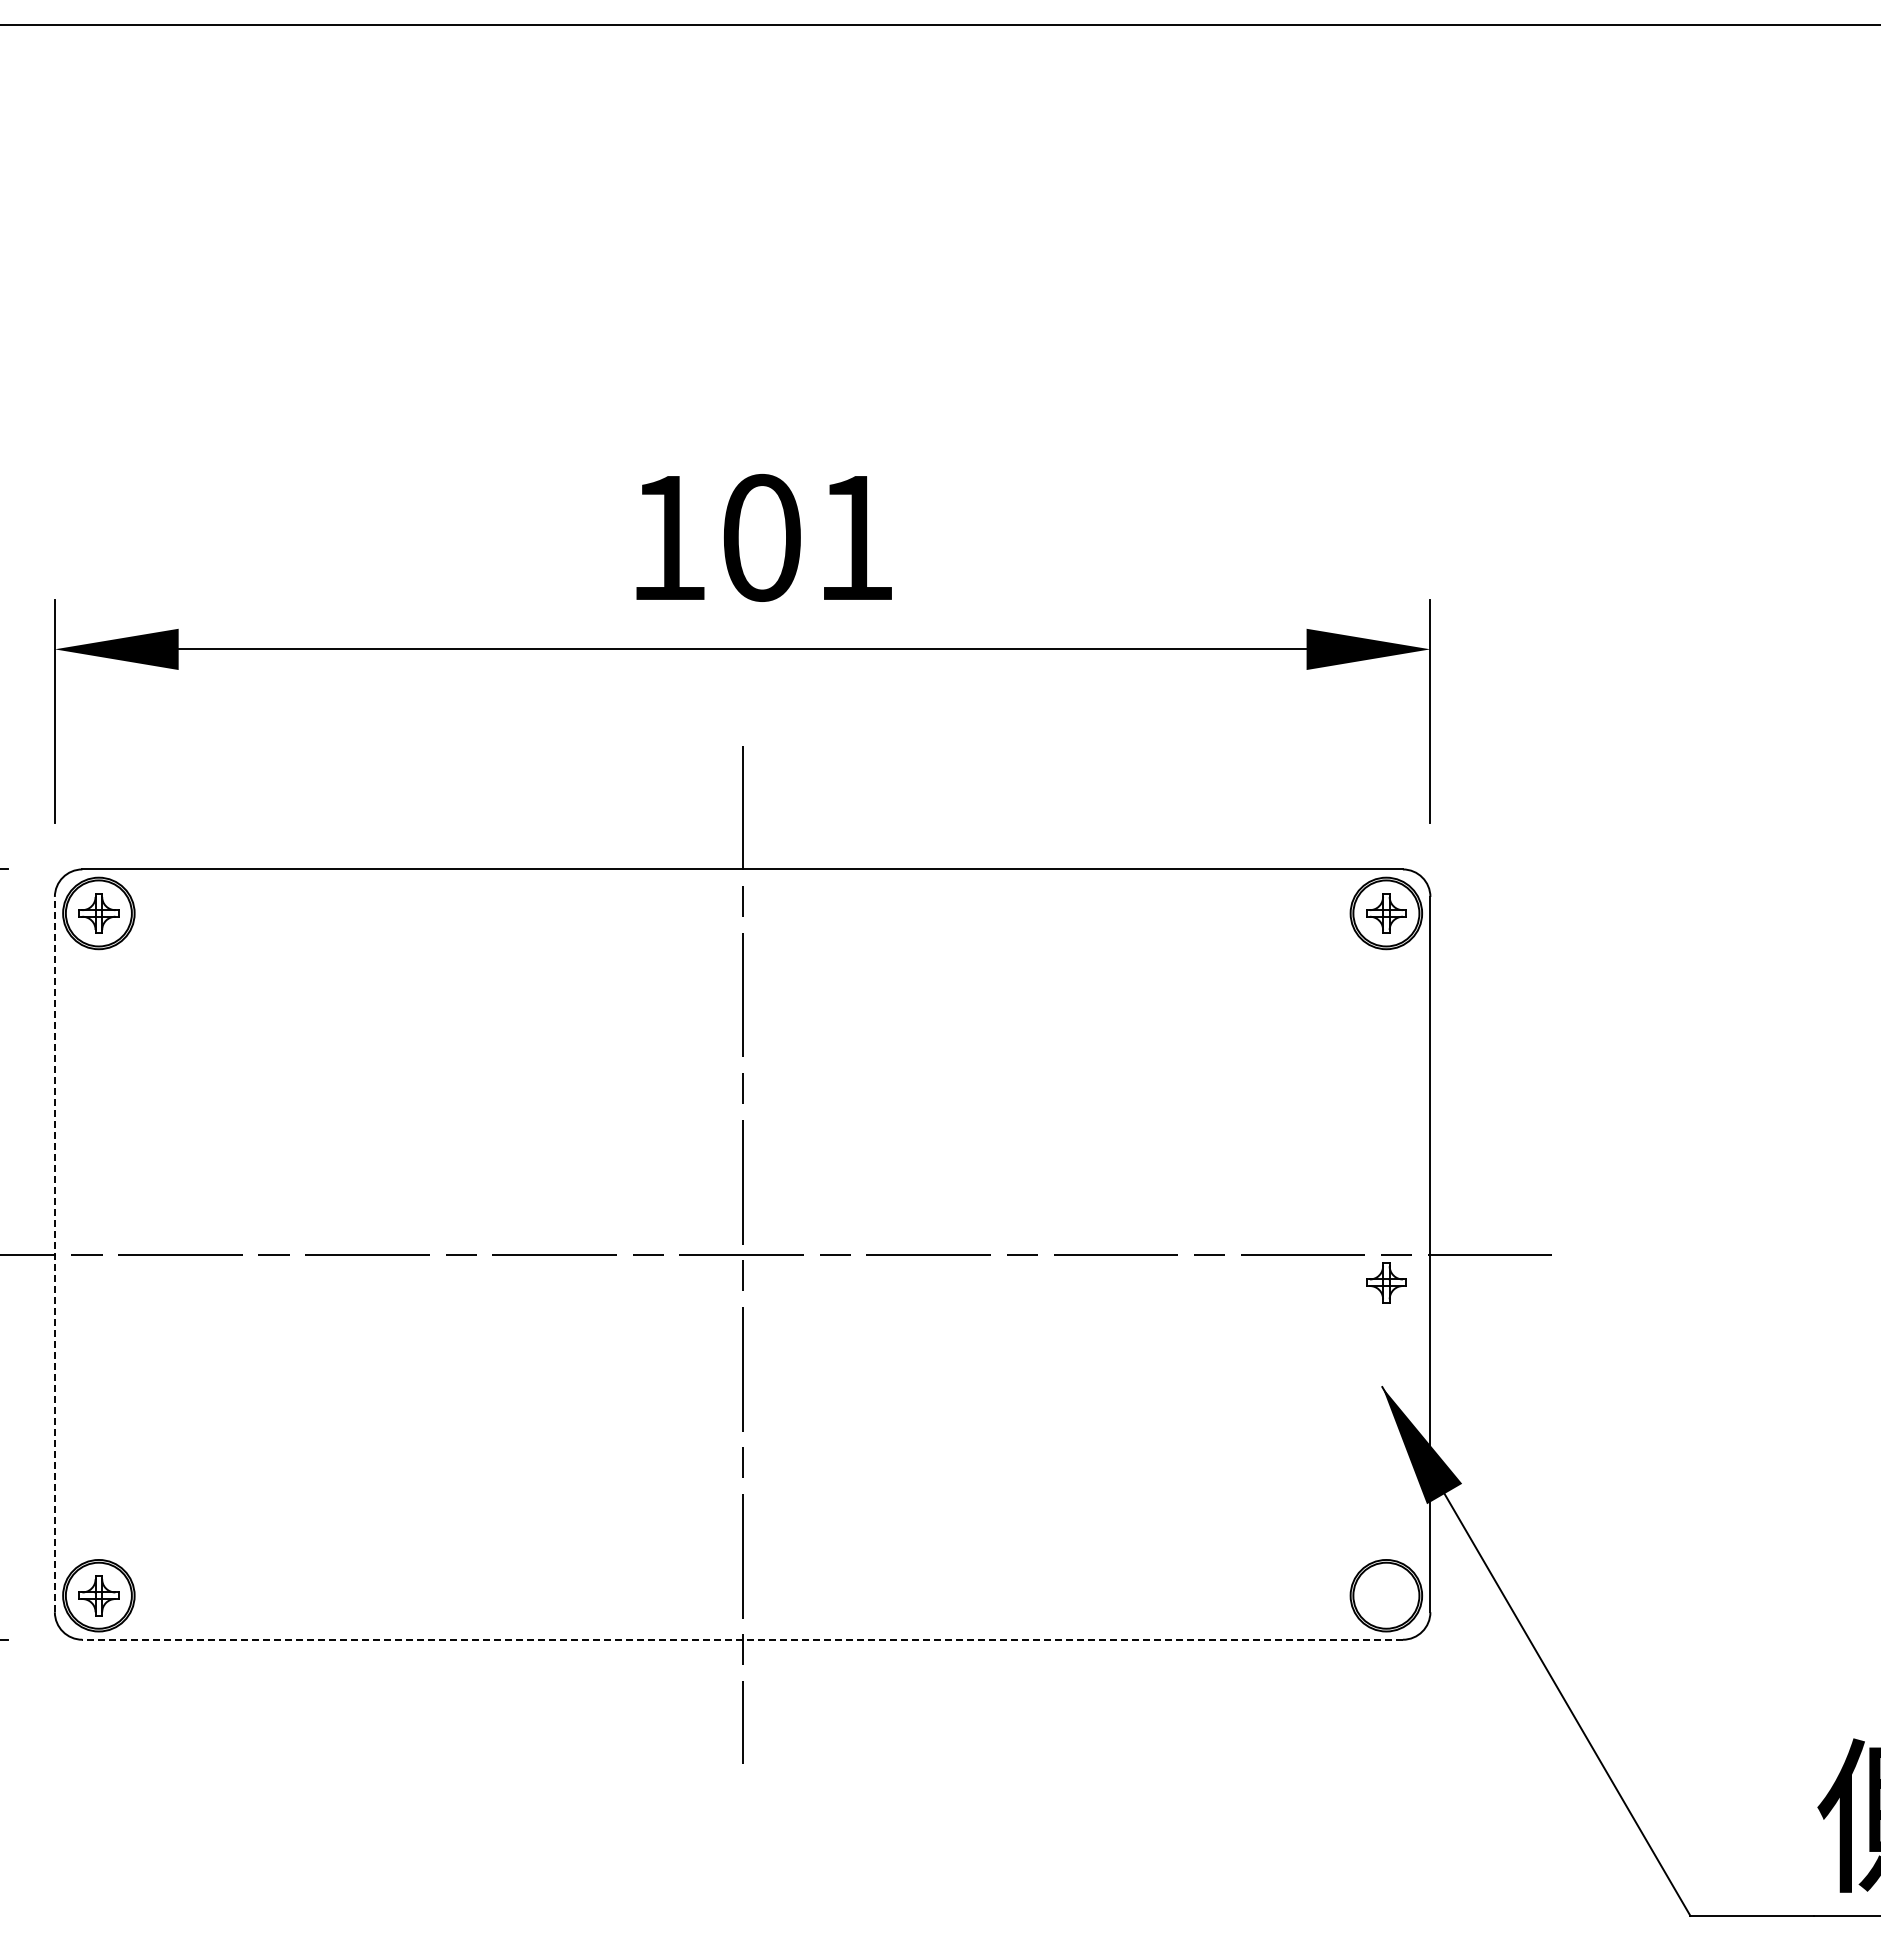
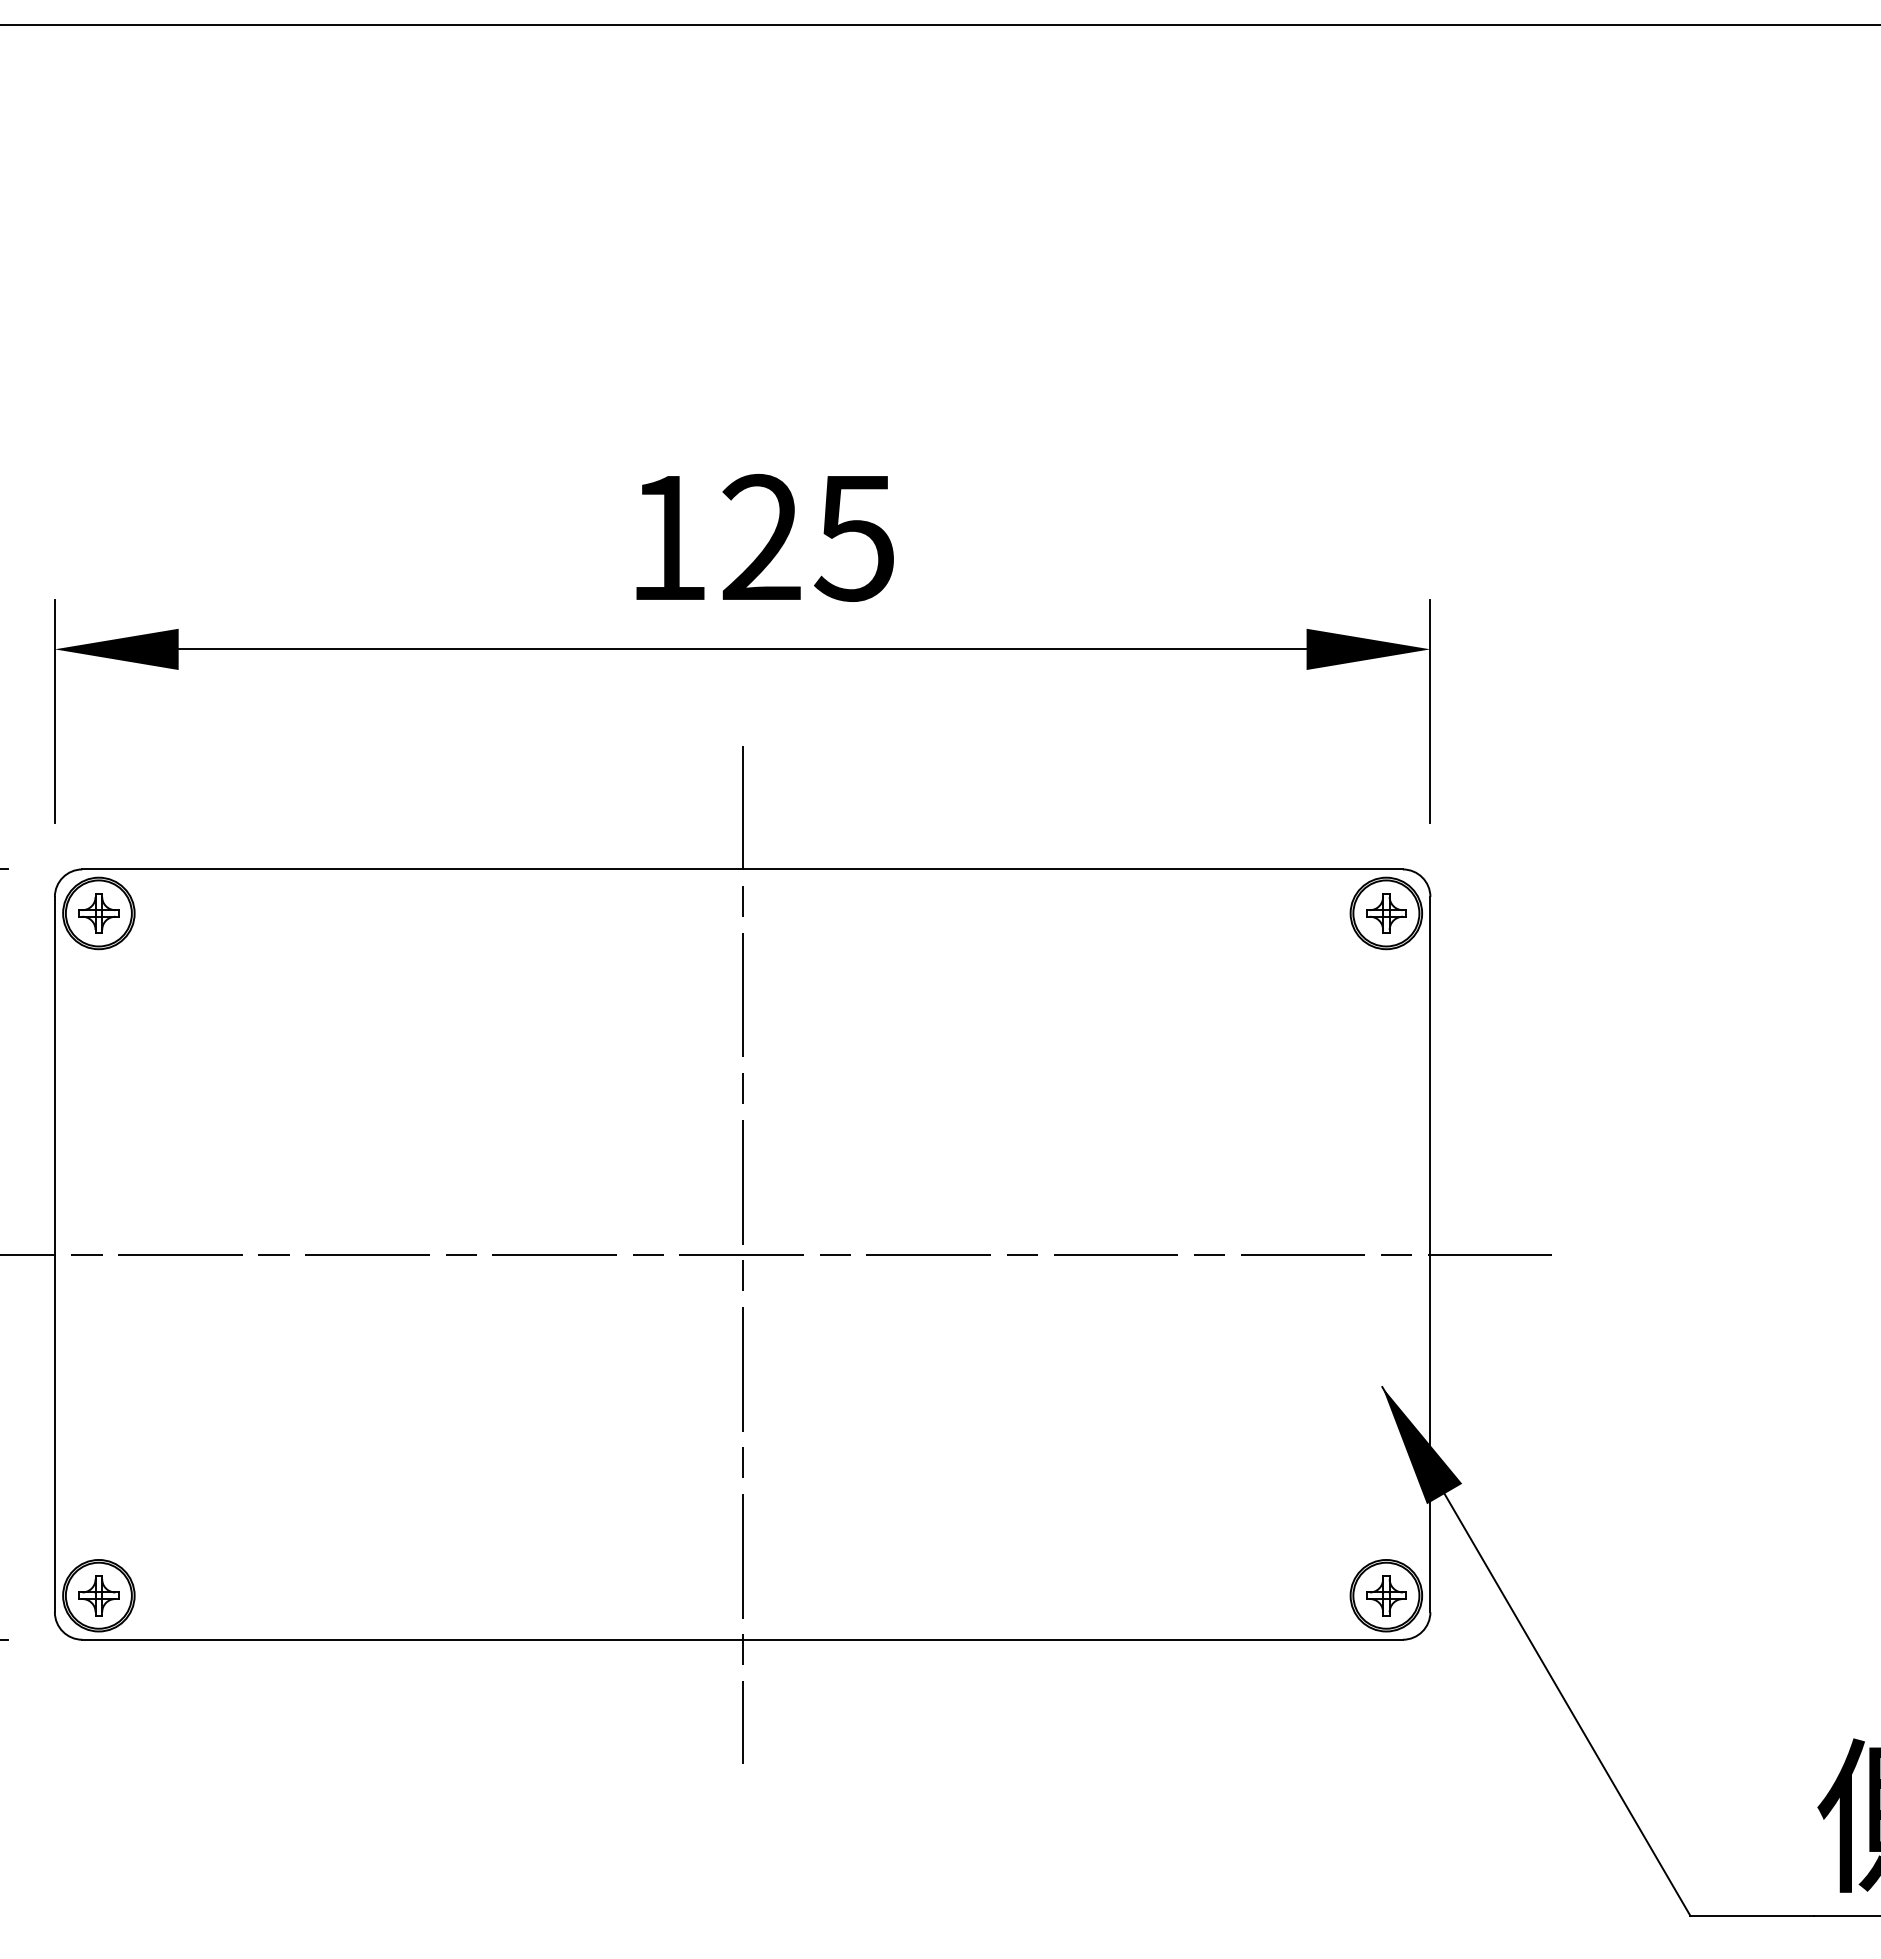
text at (807, 537): 101 -> 125
line at (54, 1254): dashed -> solid
part at (1386, 1282) position: (1386, 1282) -> (1386, 1595)
line at (742, 1639): dashed -> solid
